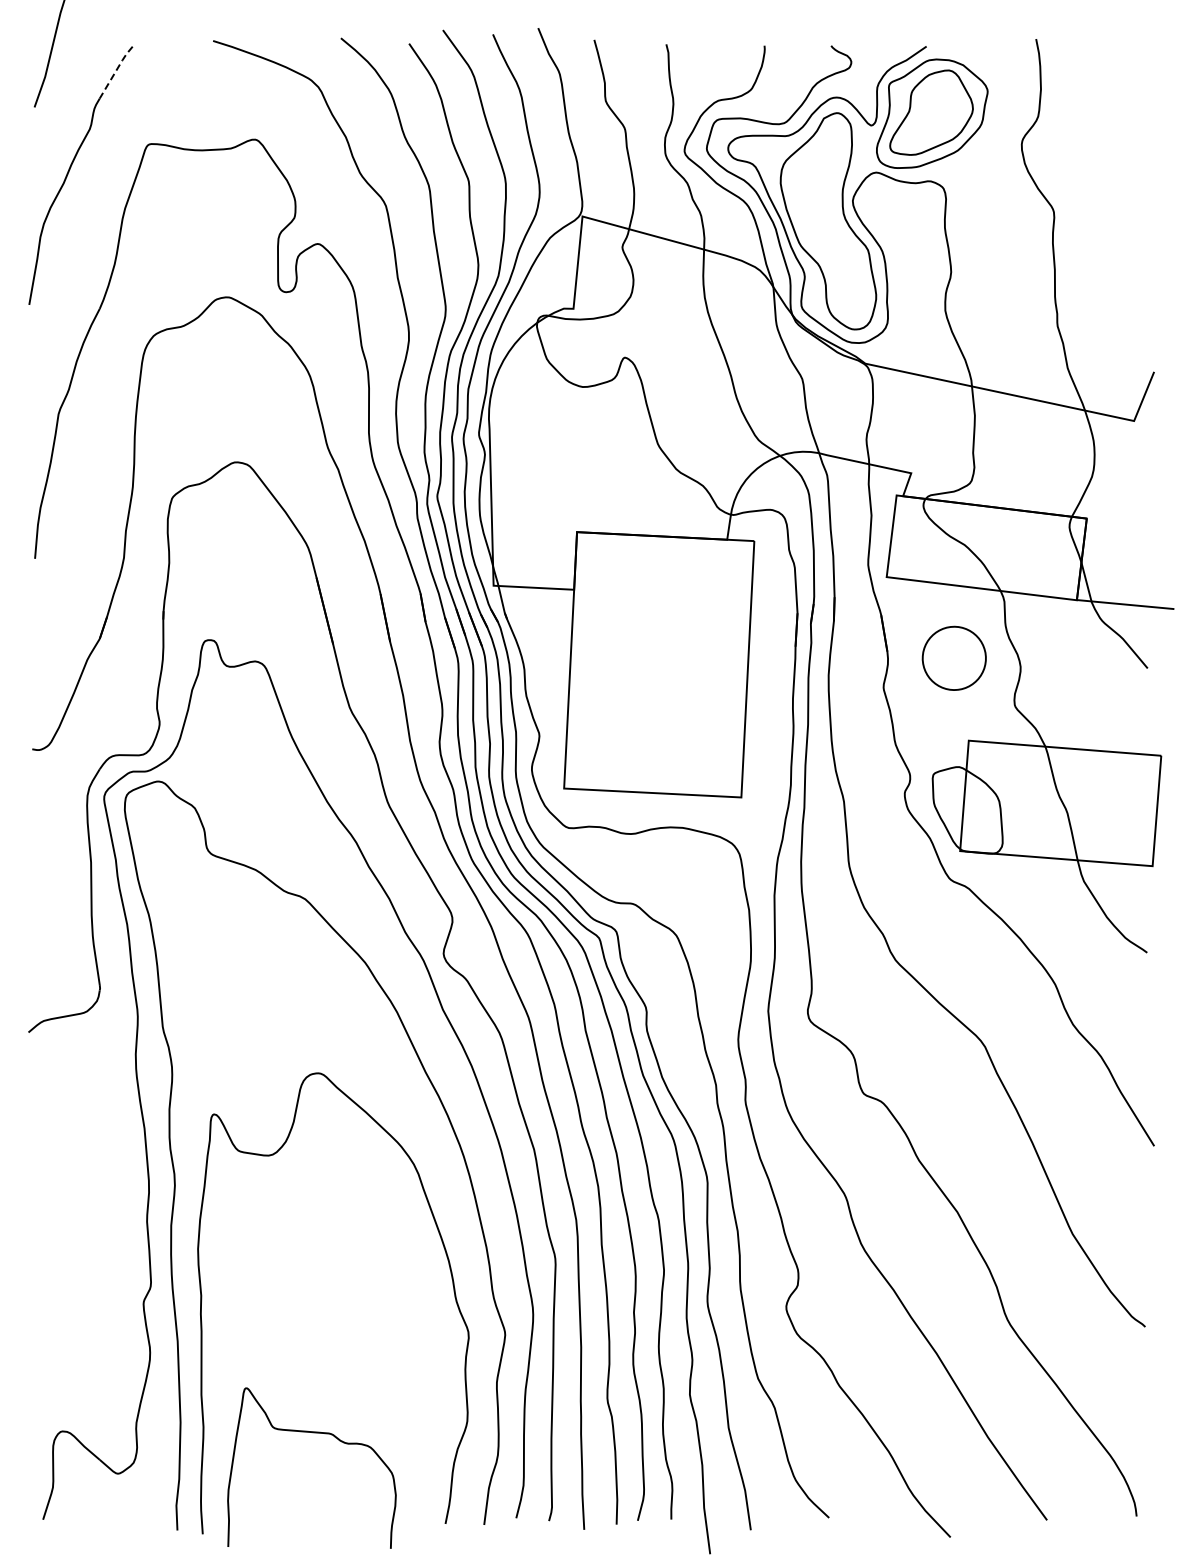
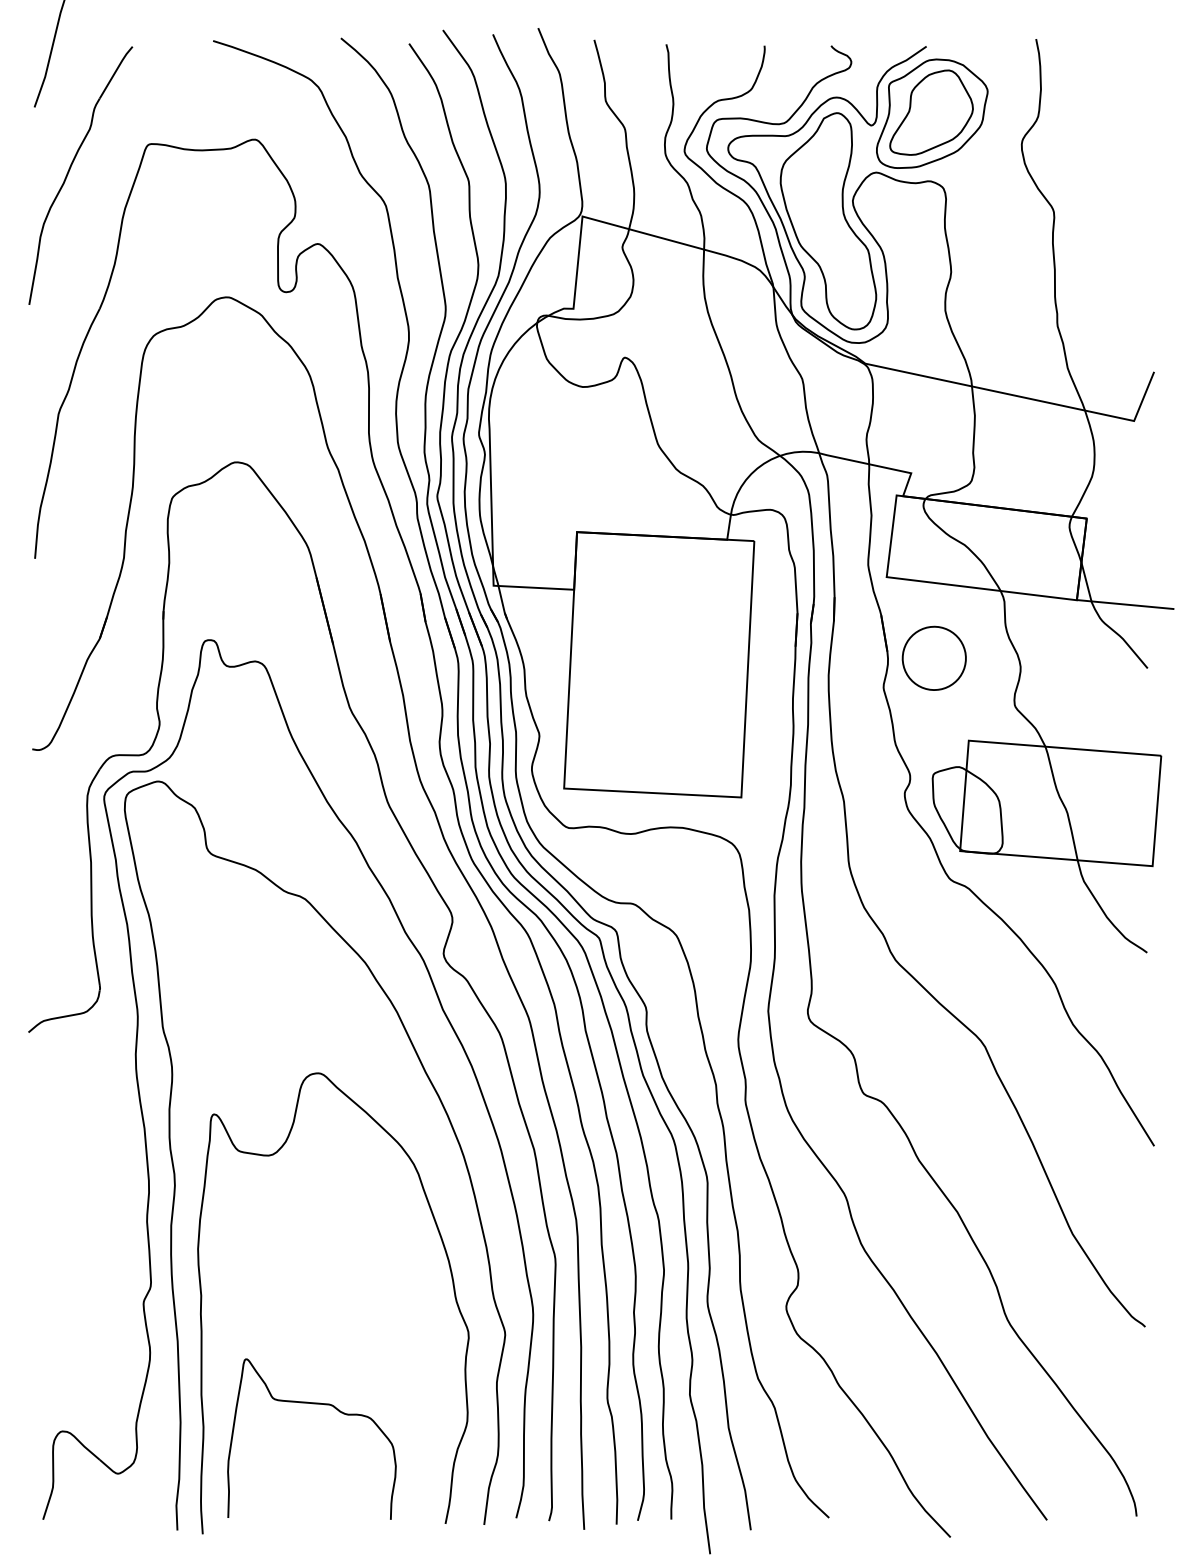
line at (115, 71): dashed -> solid
part at (953, 657) position: (953, 657) -> (933, 657)
curve at (312, 1433) position: (312, 1433) -> (312, 1404)
